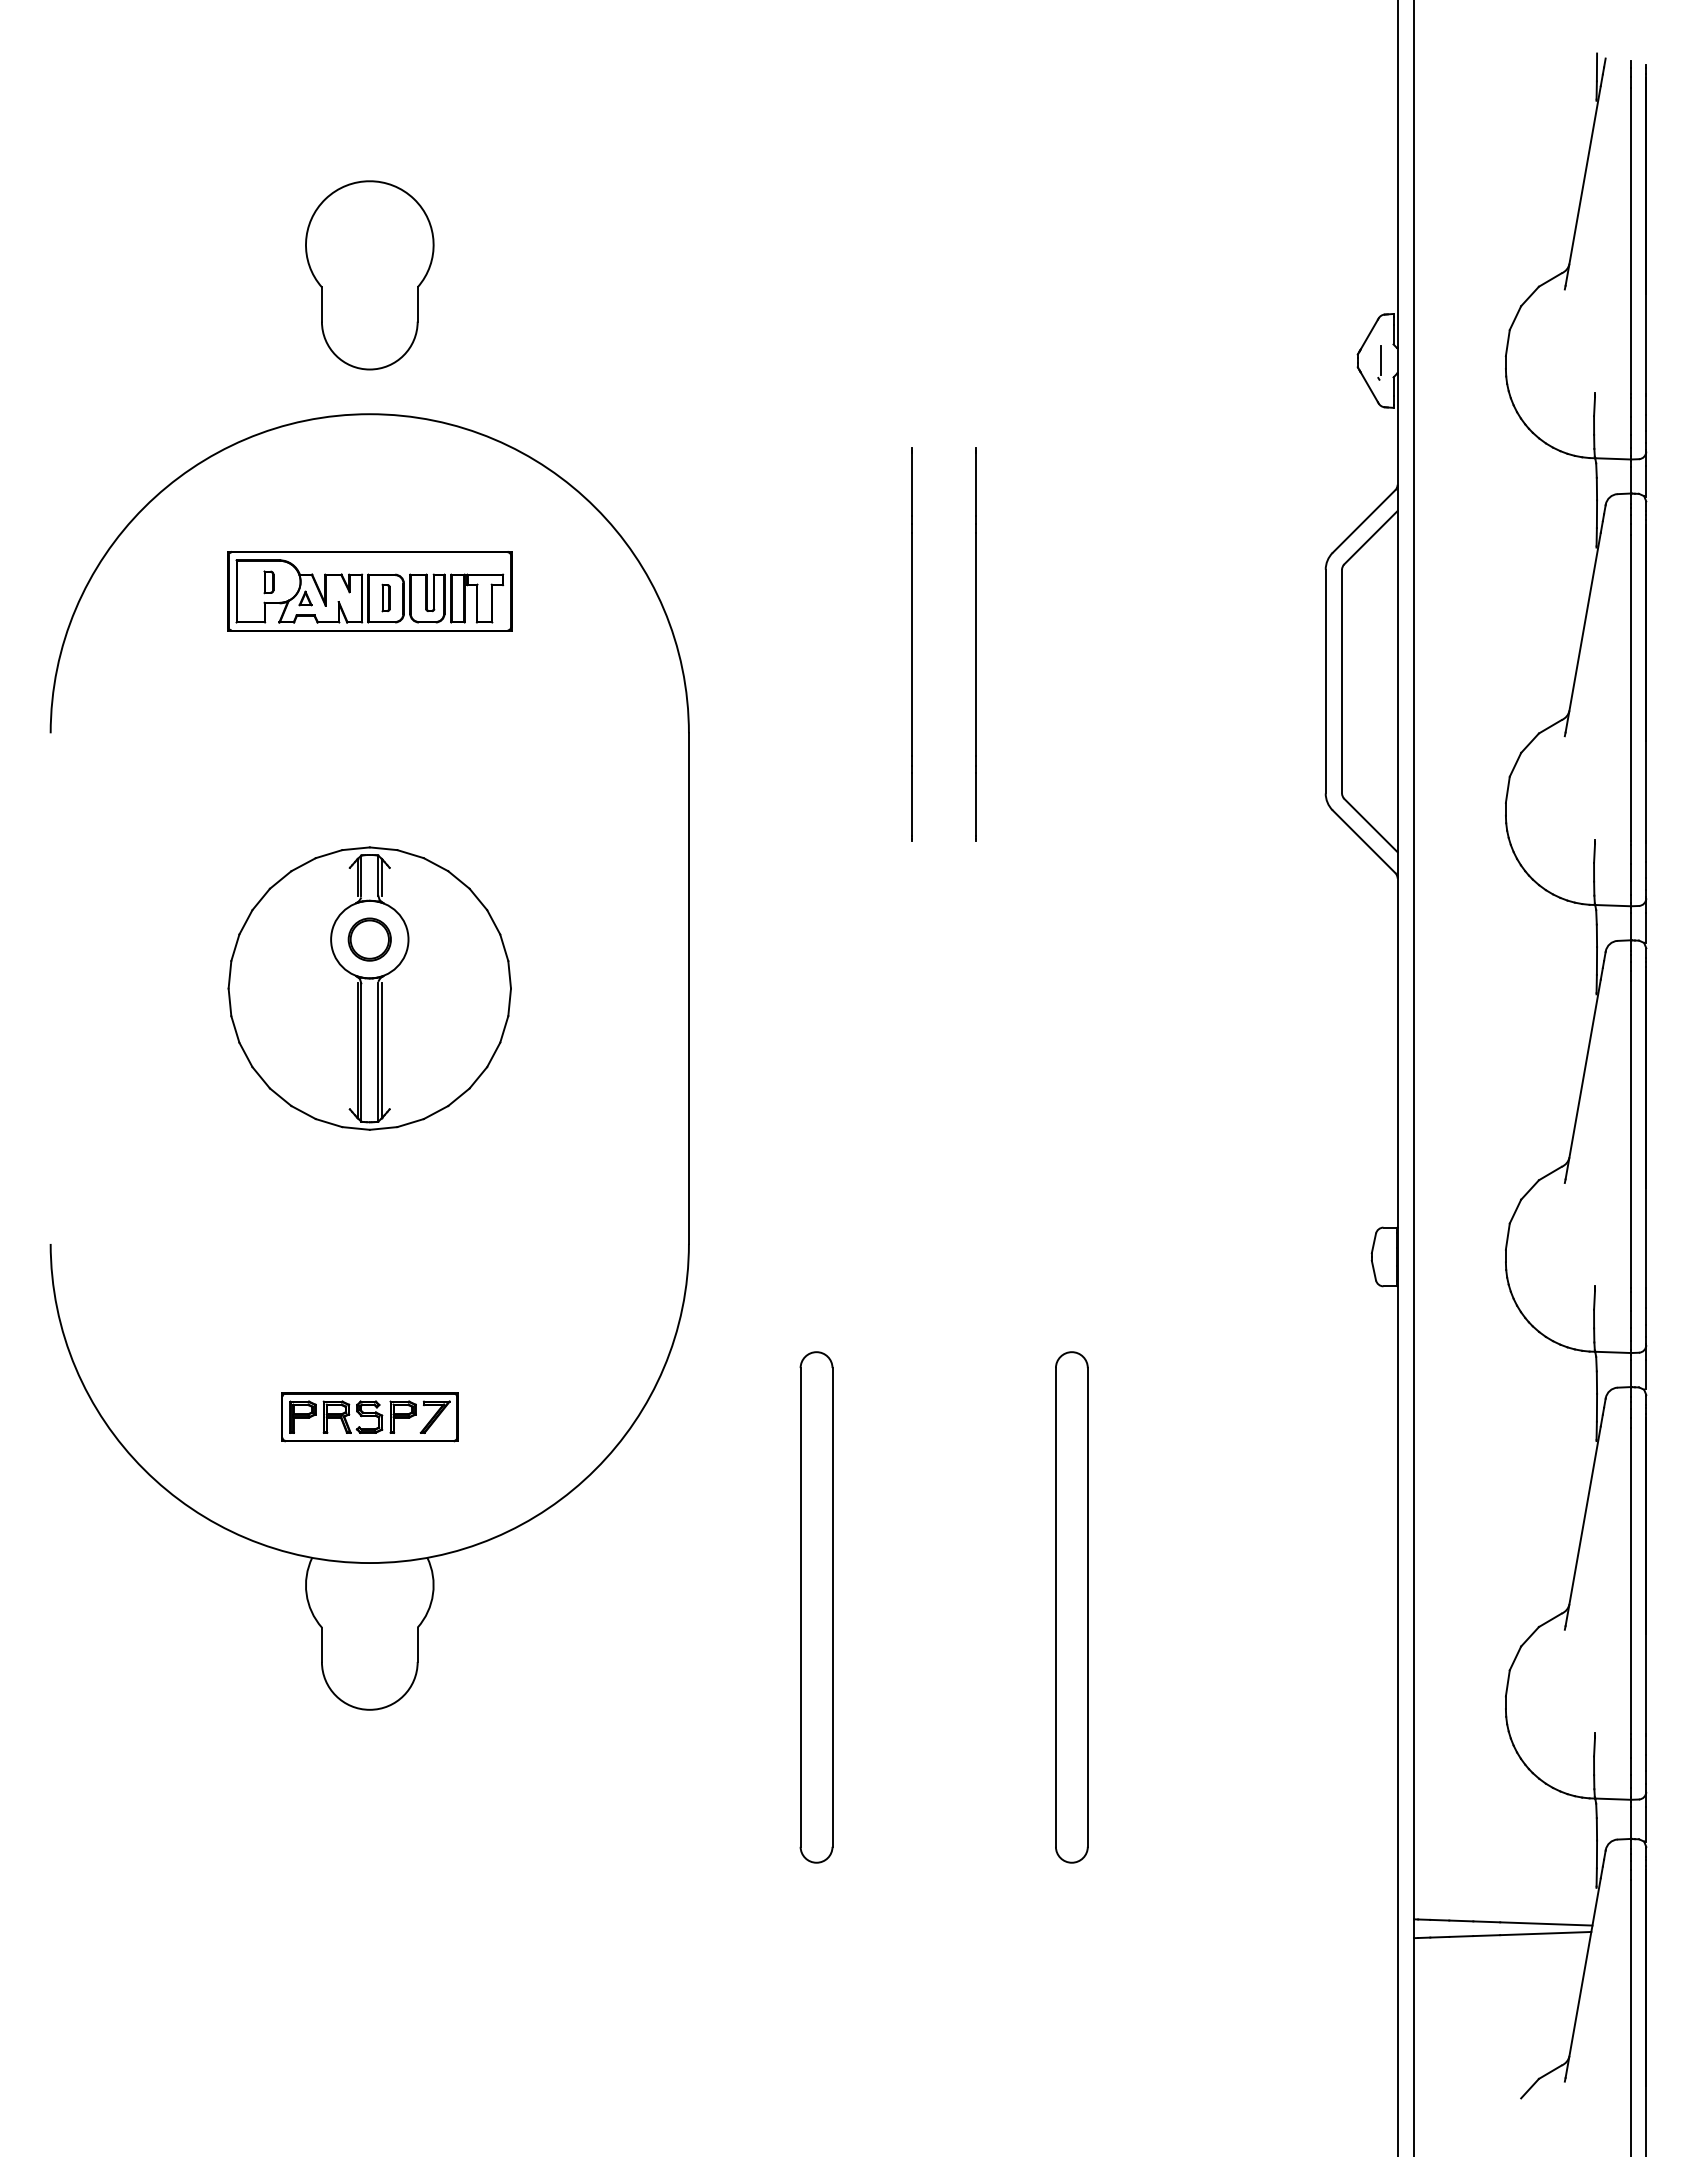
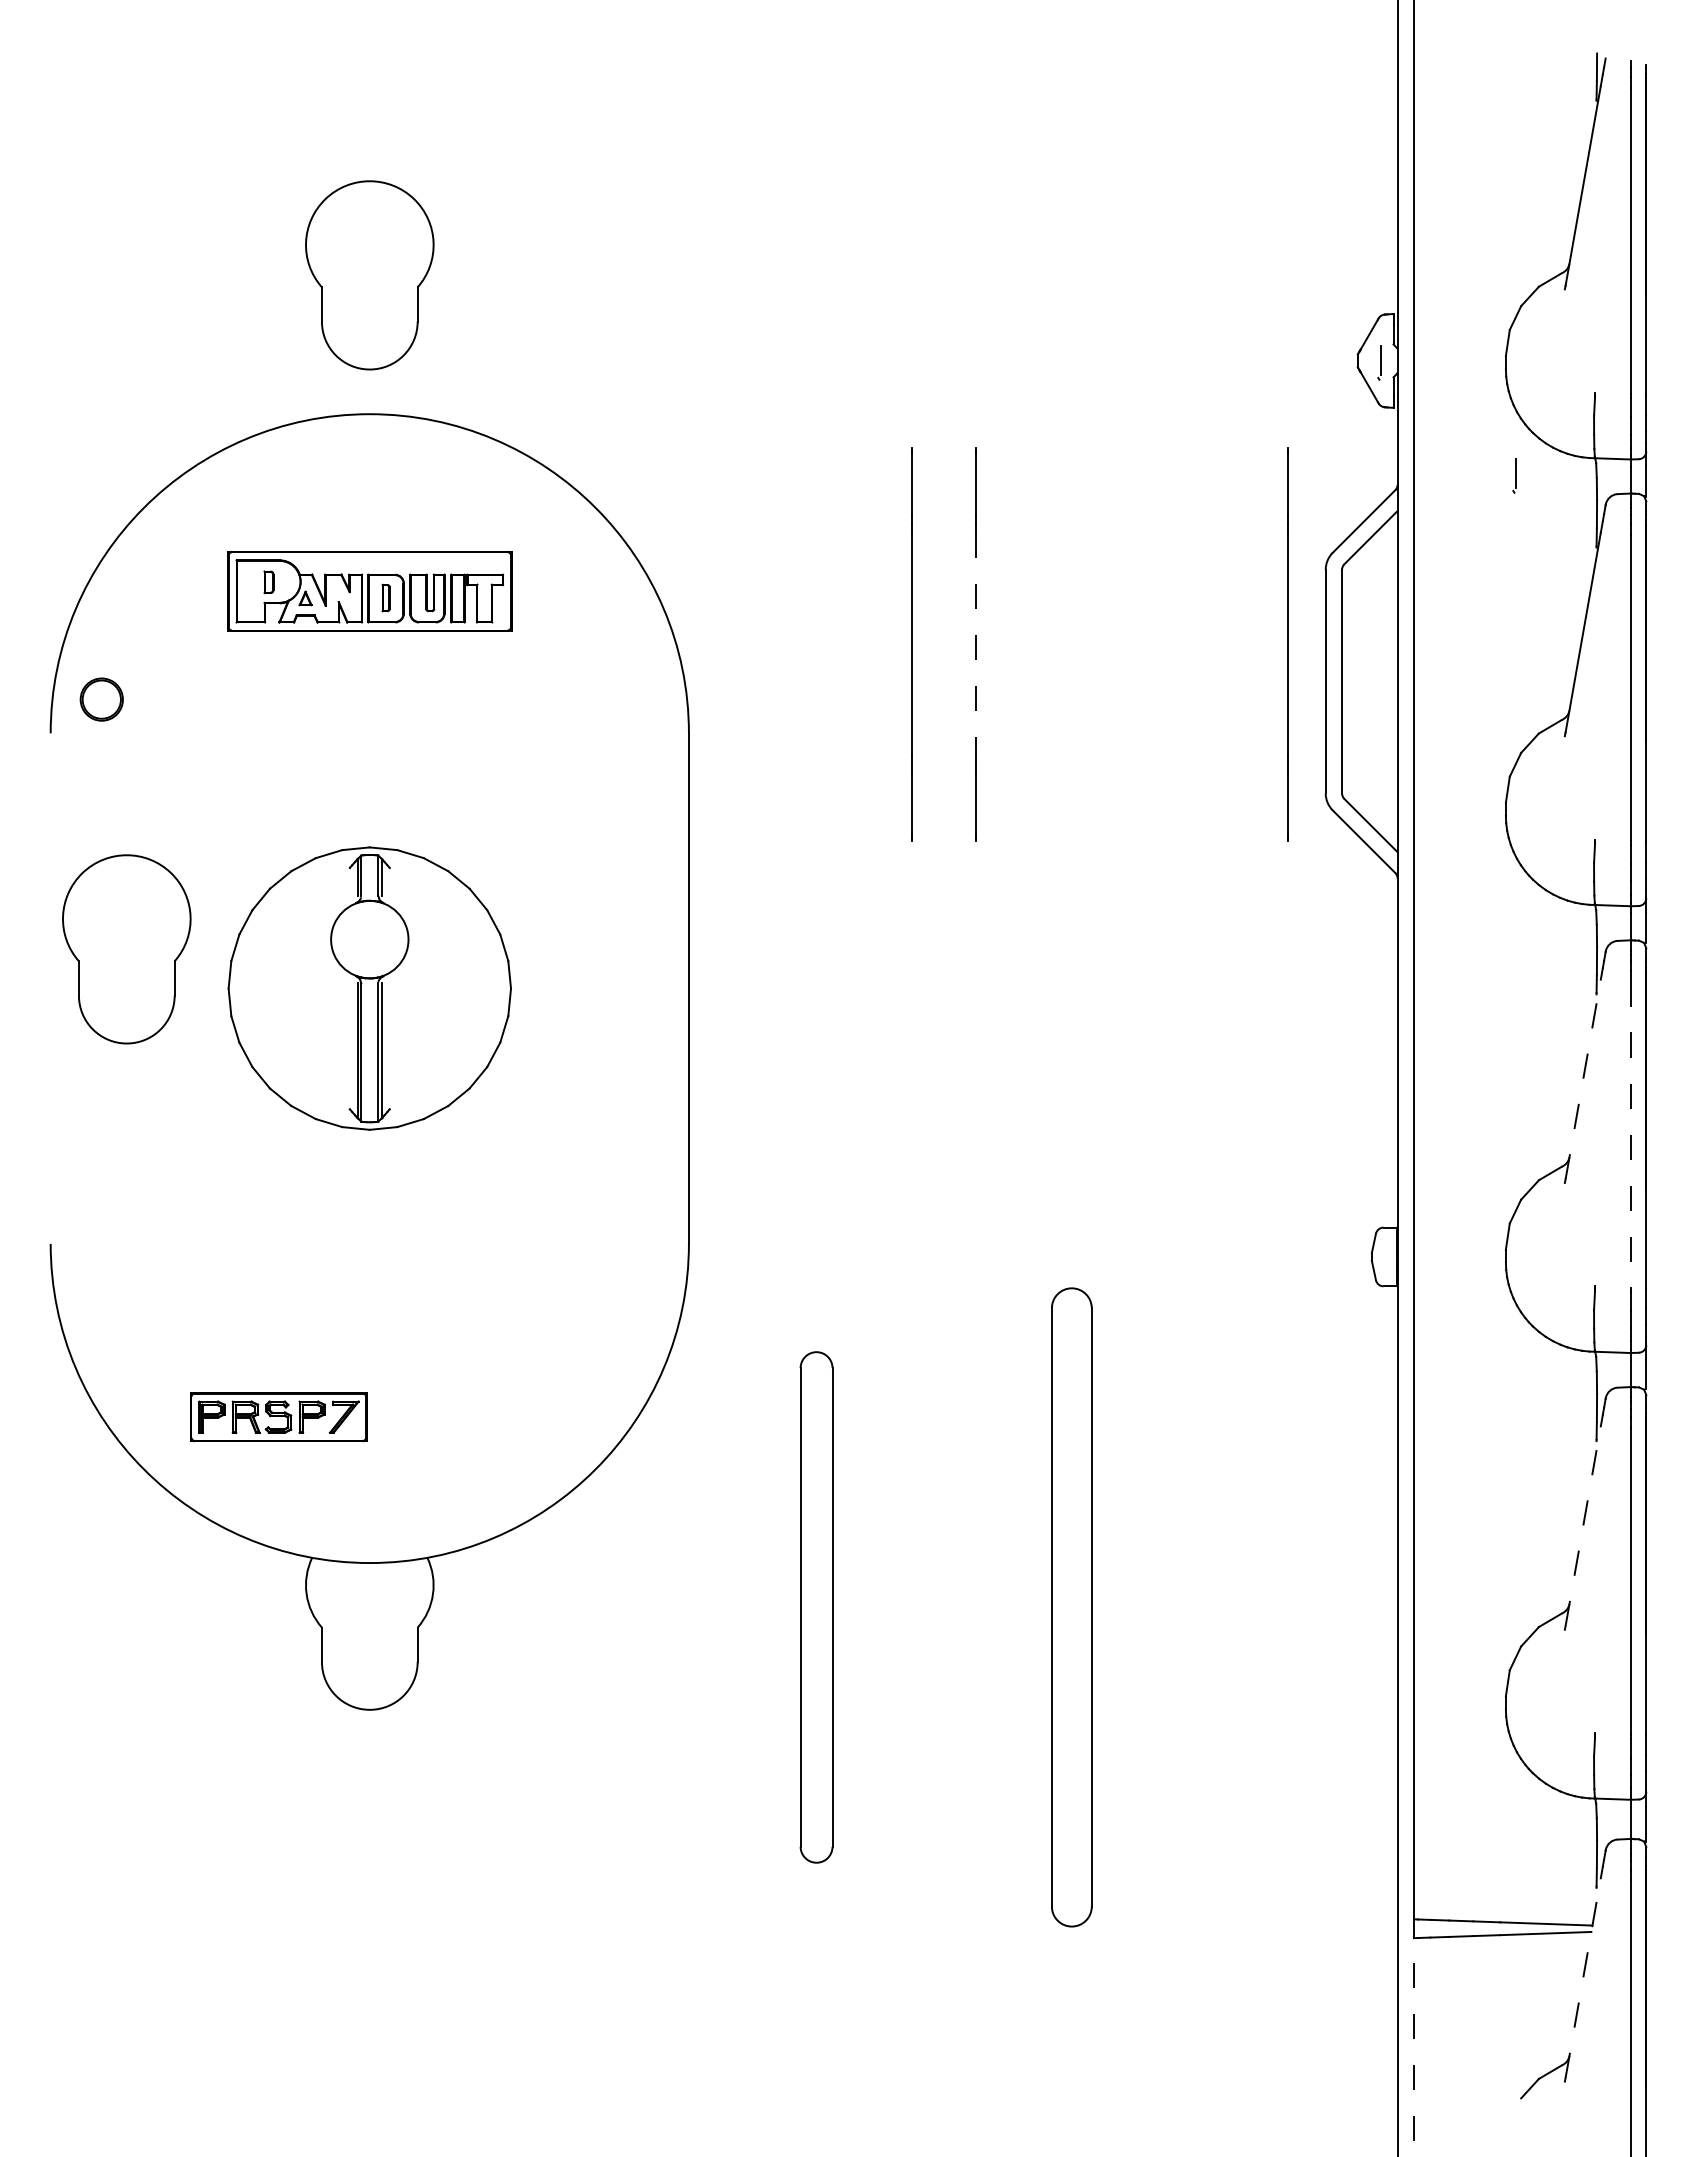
part at (1514, 475): none -> present
line at (976, 644): solid -> dashed
line at (1287, 644): none -> present
part at (369, 939) position: (369, 939) -> (101, 699)
part at (126, 949): none -> present
line at (1583, 1078): solid -> dashed
line at (1630, 1135): solid -> dashed
part at (369, 1417) position: (369, 1417) -> (278, 1417)
line at (1583, 1525): solid -> dashed
part at (1071, 1607) size: 34x513 px -> 42x641 px
line at (1583, 1977): solid -> dashed
line at (1413, 2047): solid -> dashed
